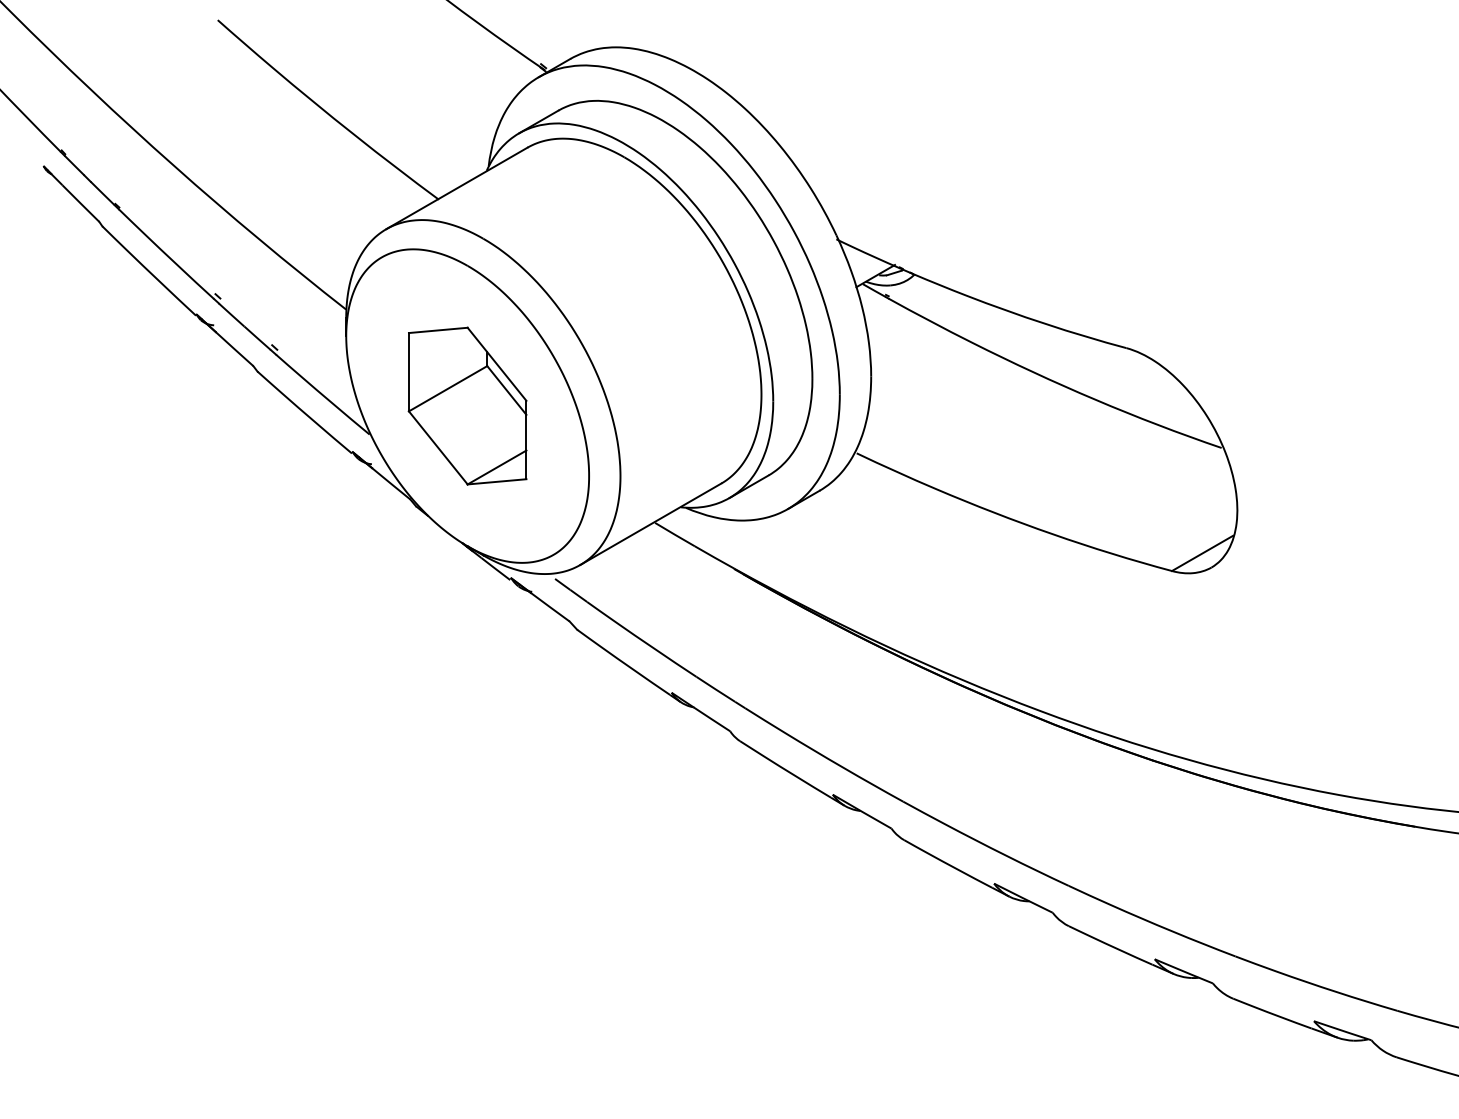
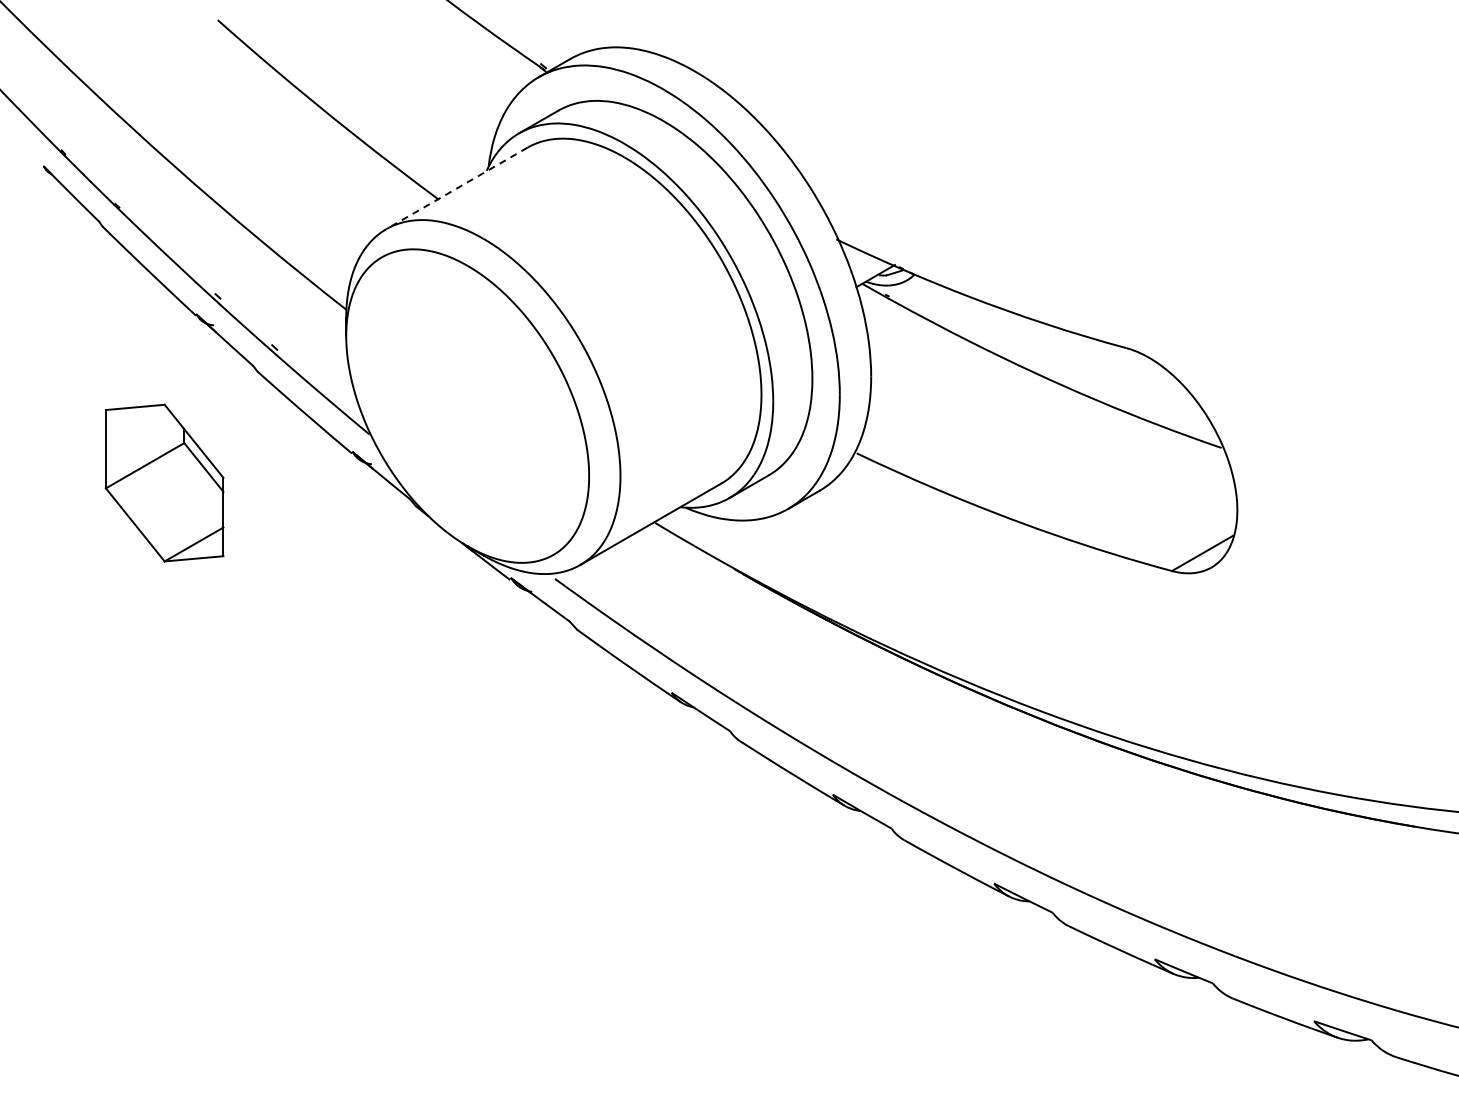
line at (456, 188): solid -> dashed
part at (467, 405) position: (467, 405) -> (164, 482)
